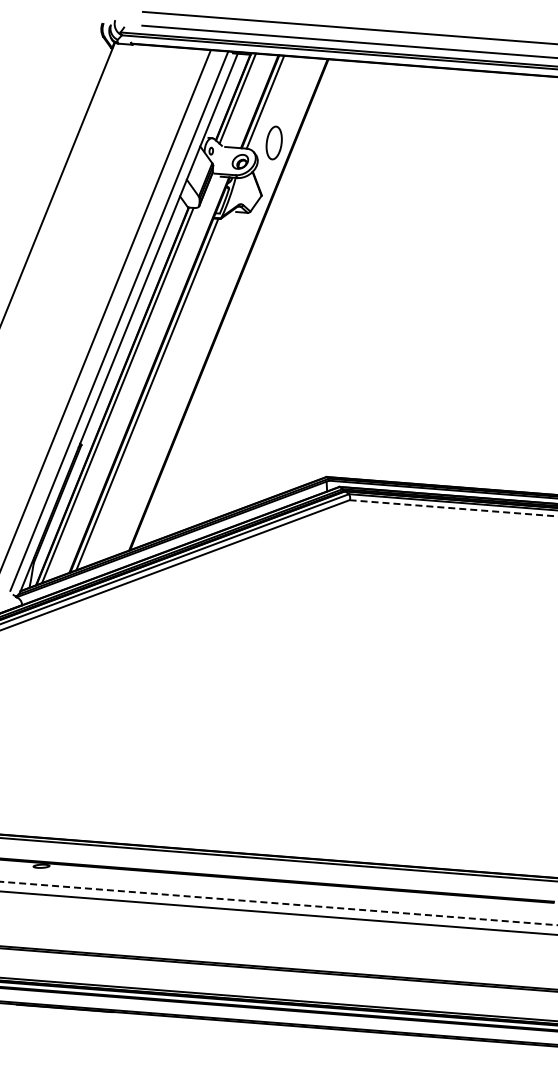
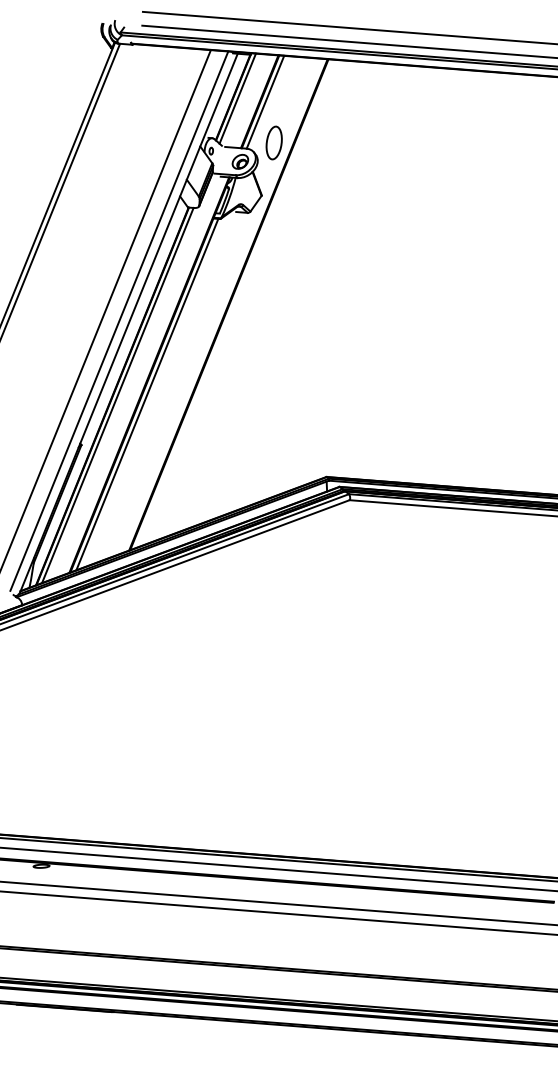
line at (61, 189): none -> present
line at (454, 508): dashed -> solid
line at (278, 869): none -> present
line at (278, 903): dashed -> solid
